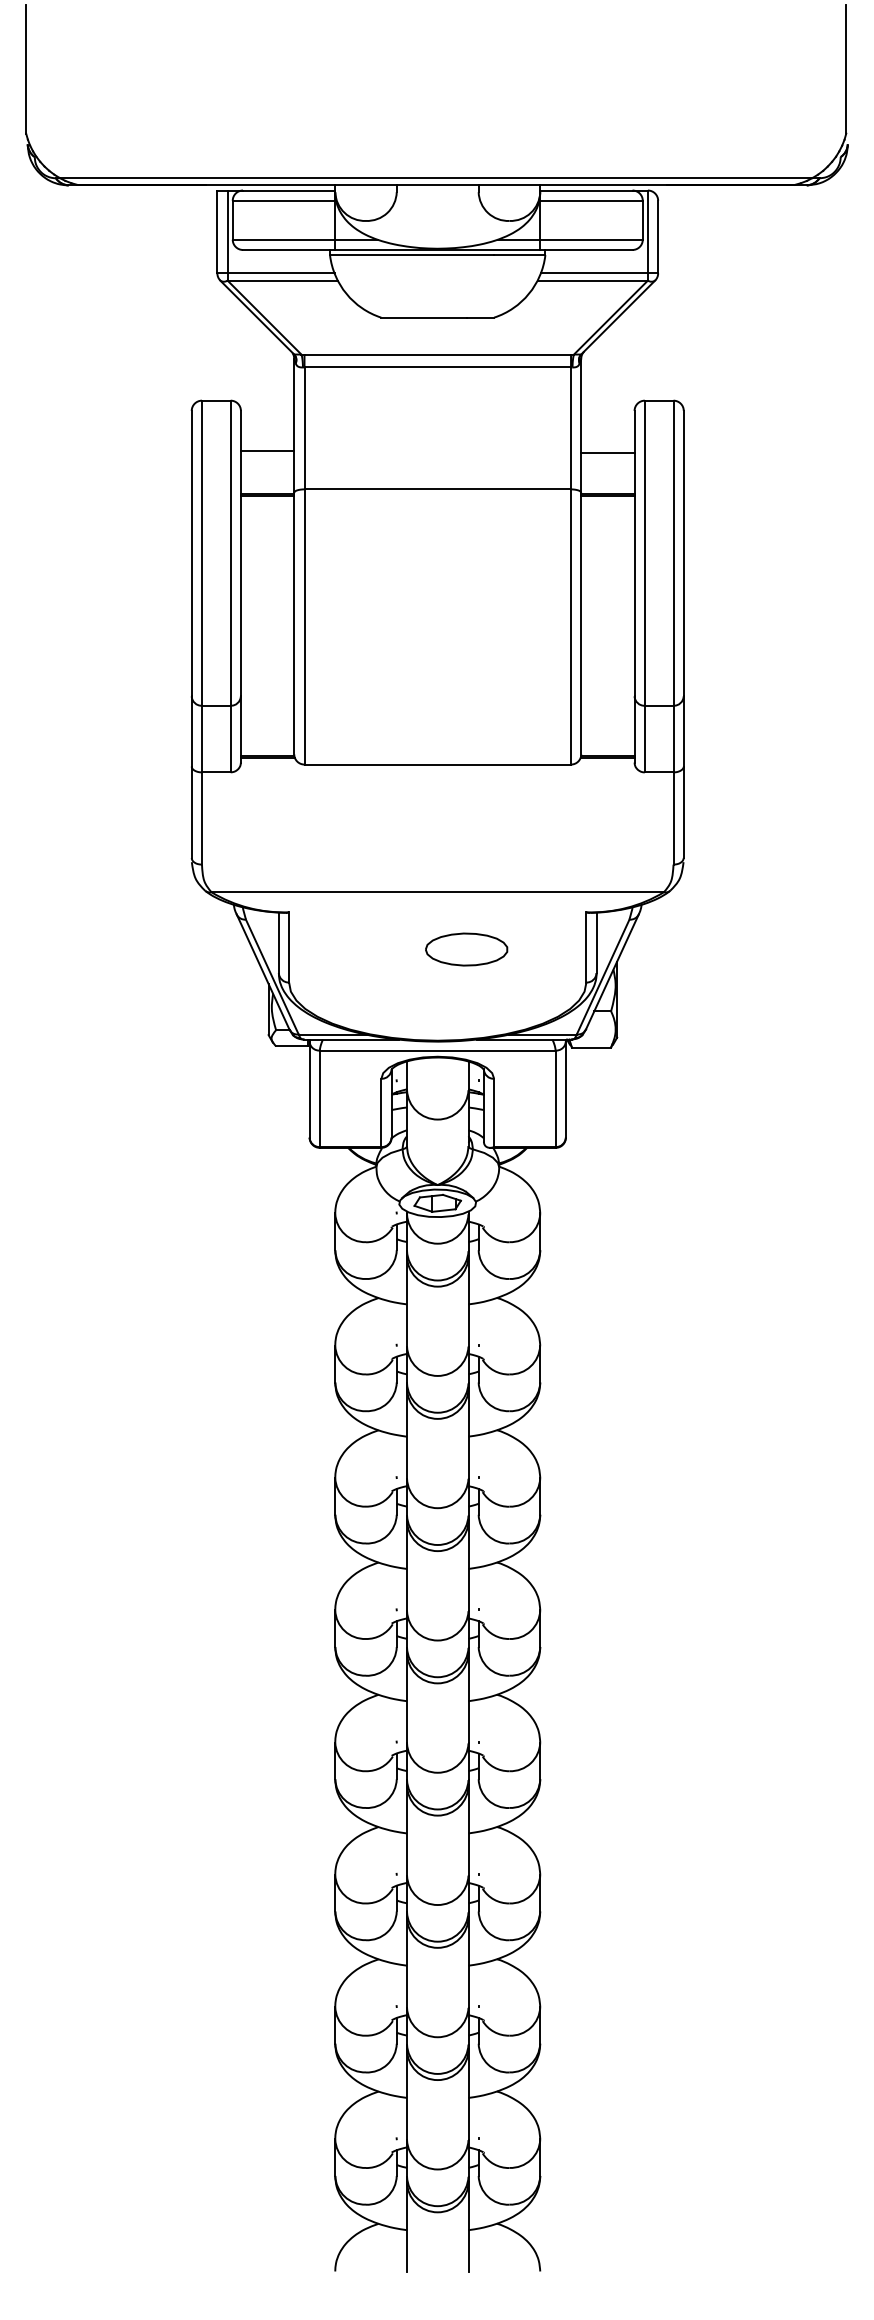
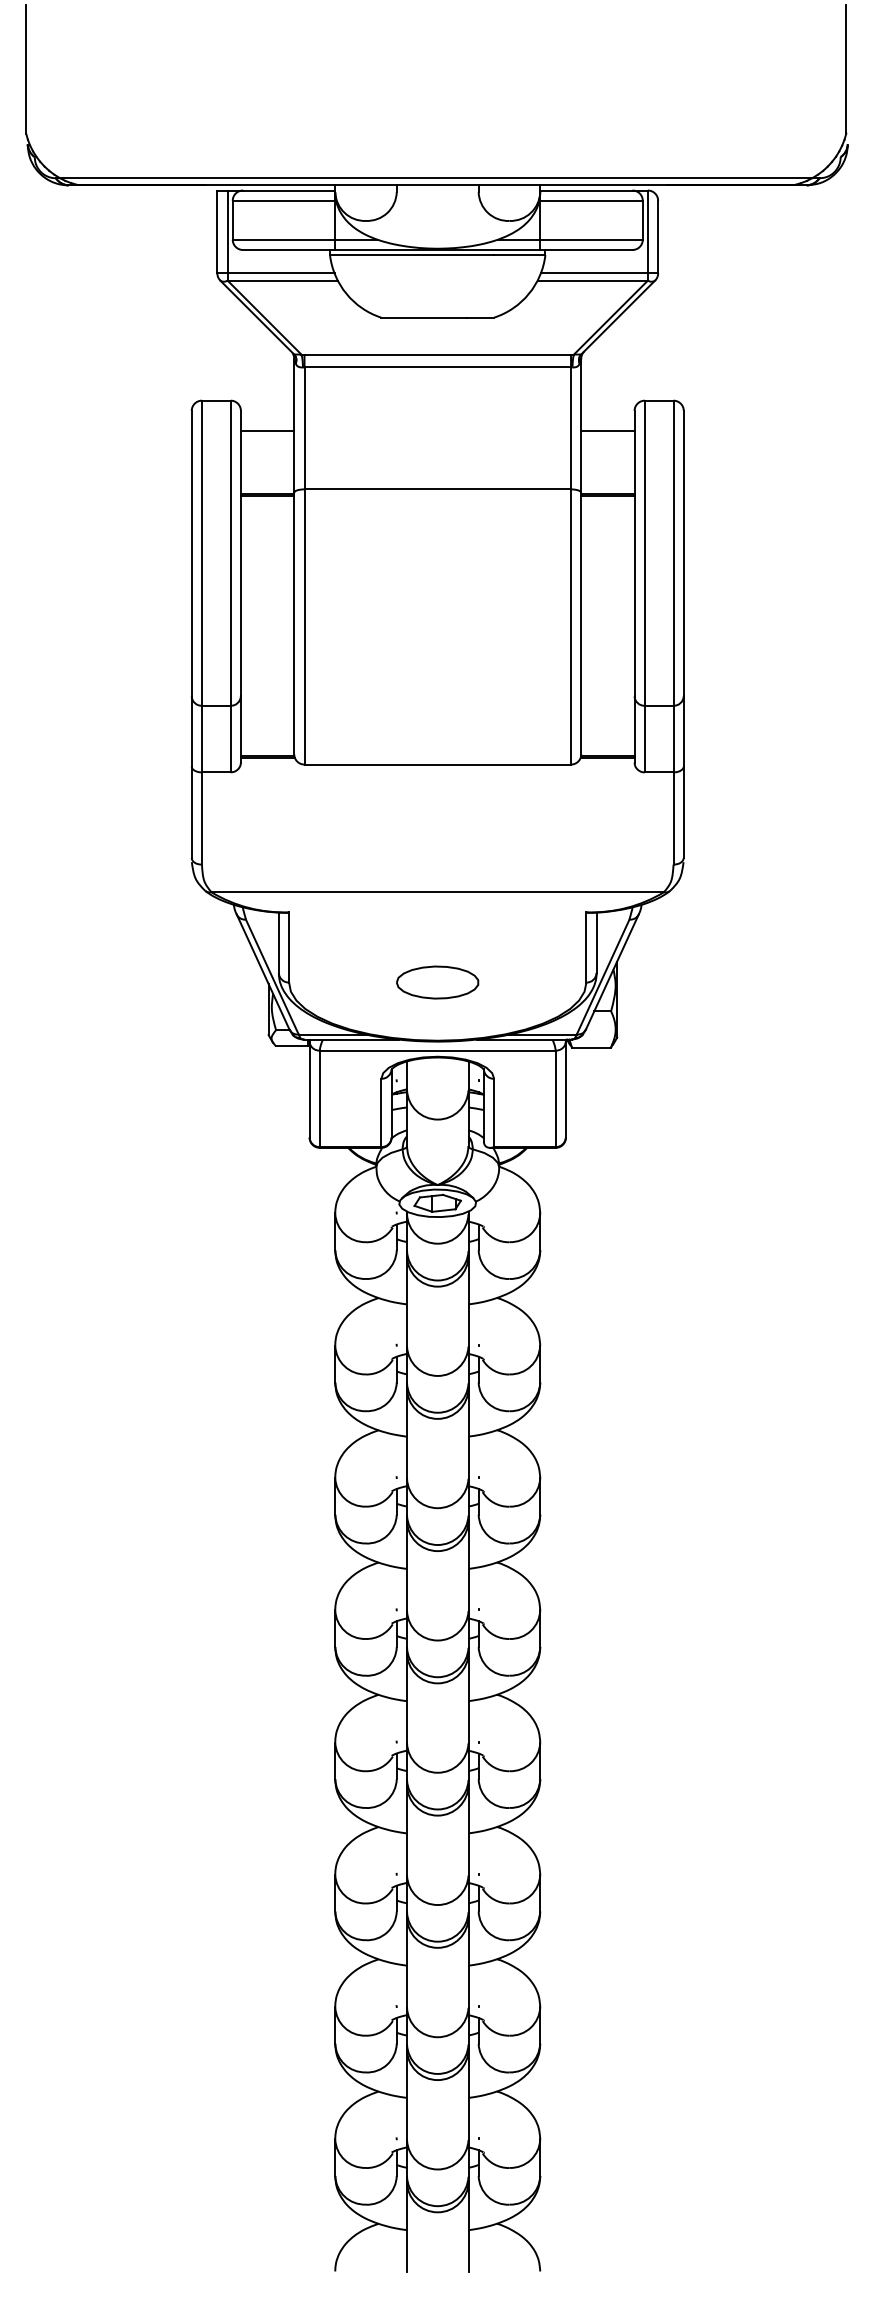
line at (267, 451) position: (267, 451) -> (267, 431)
line at (607, 453) position: (607, 453) -> (607, 431)
part at (466, 949) position: (466, 949) -> (437, 982)
